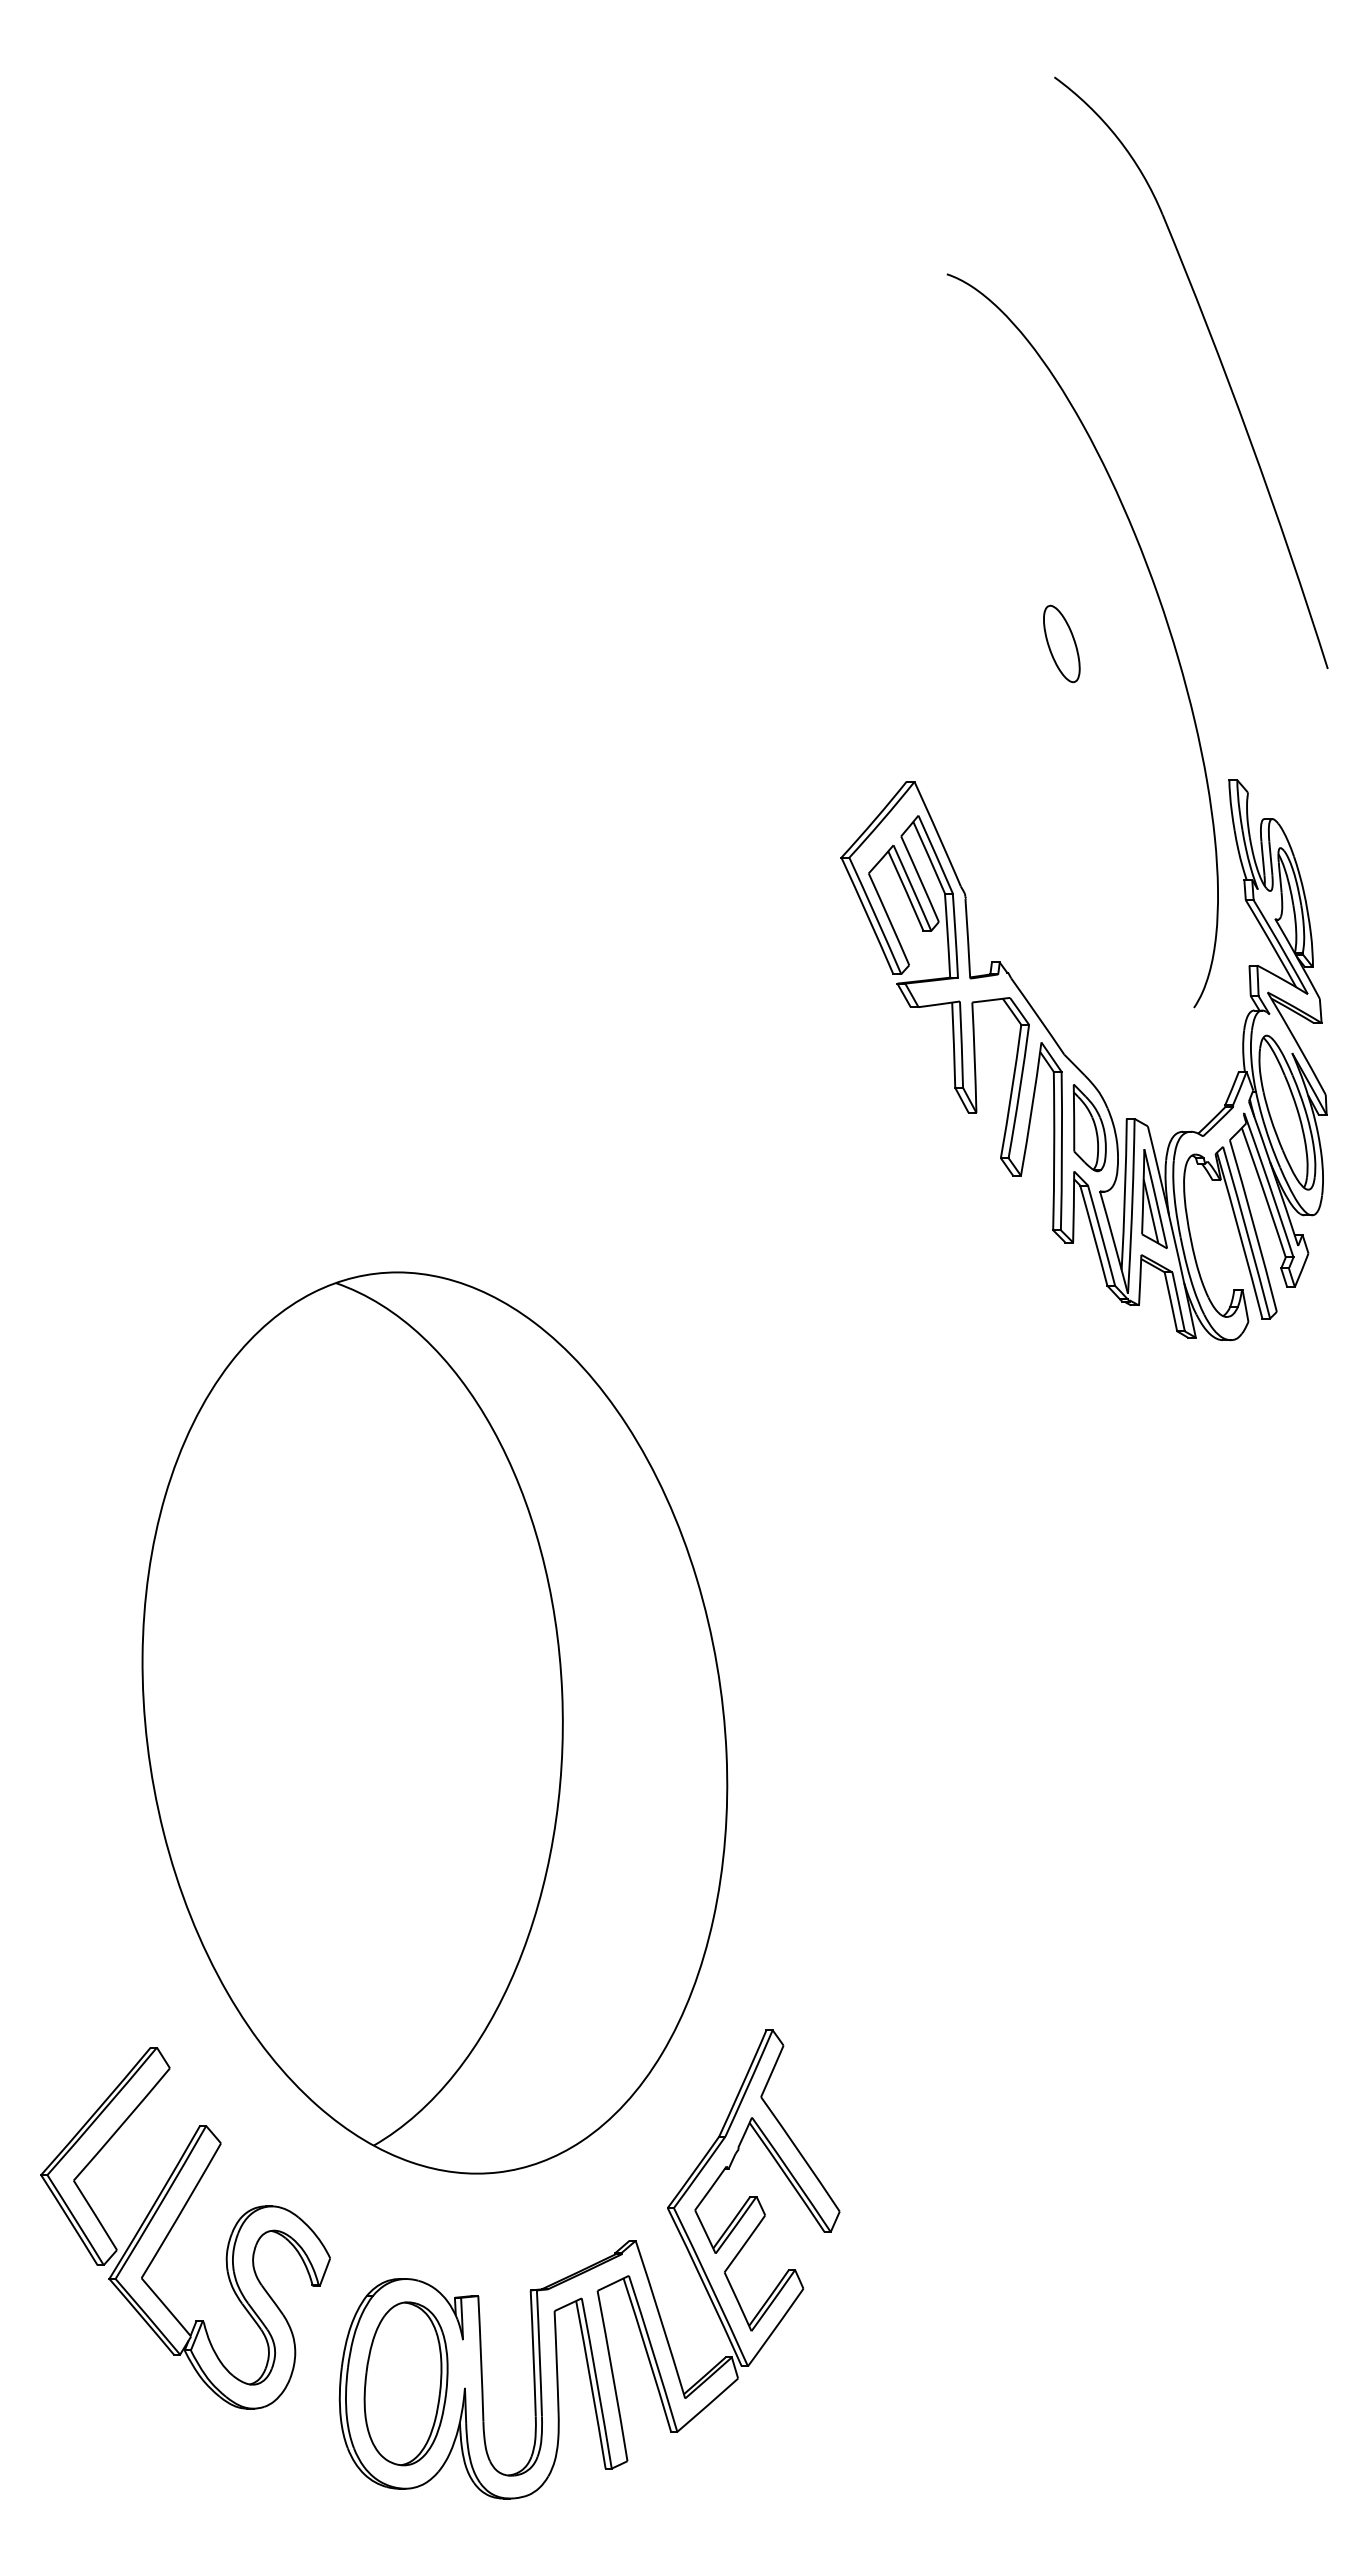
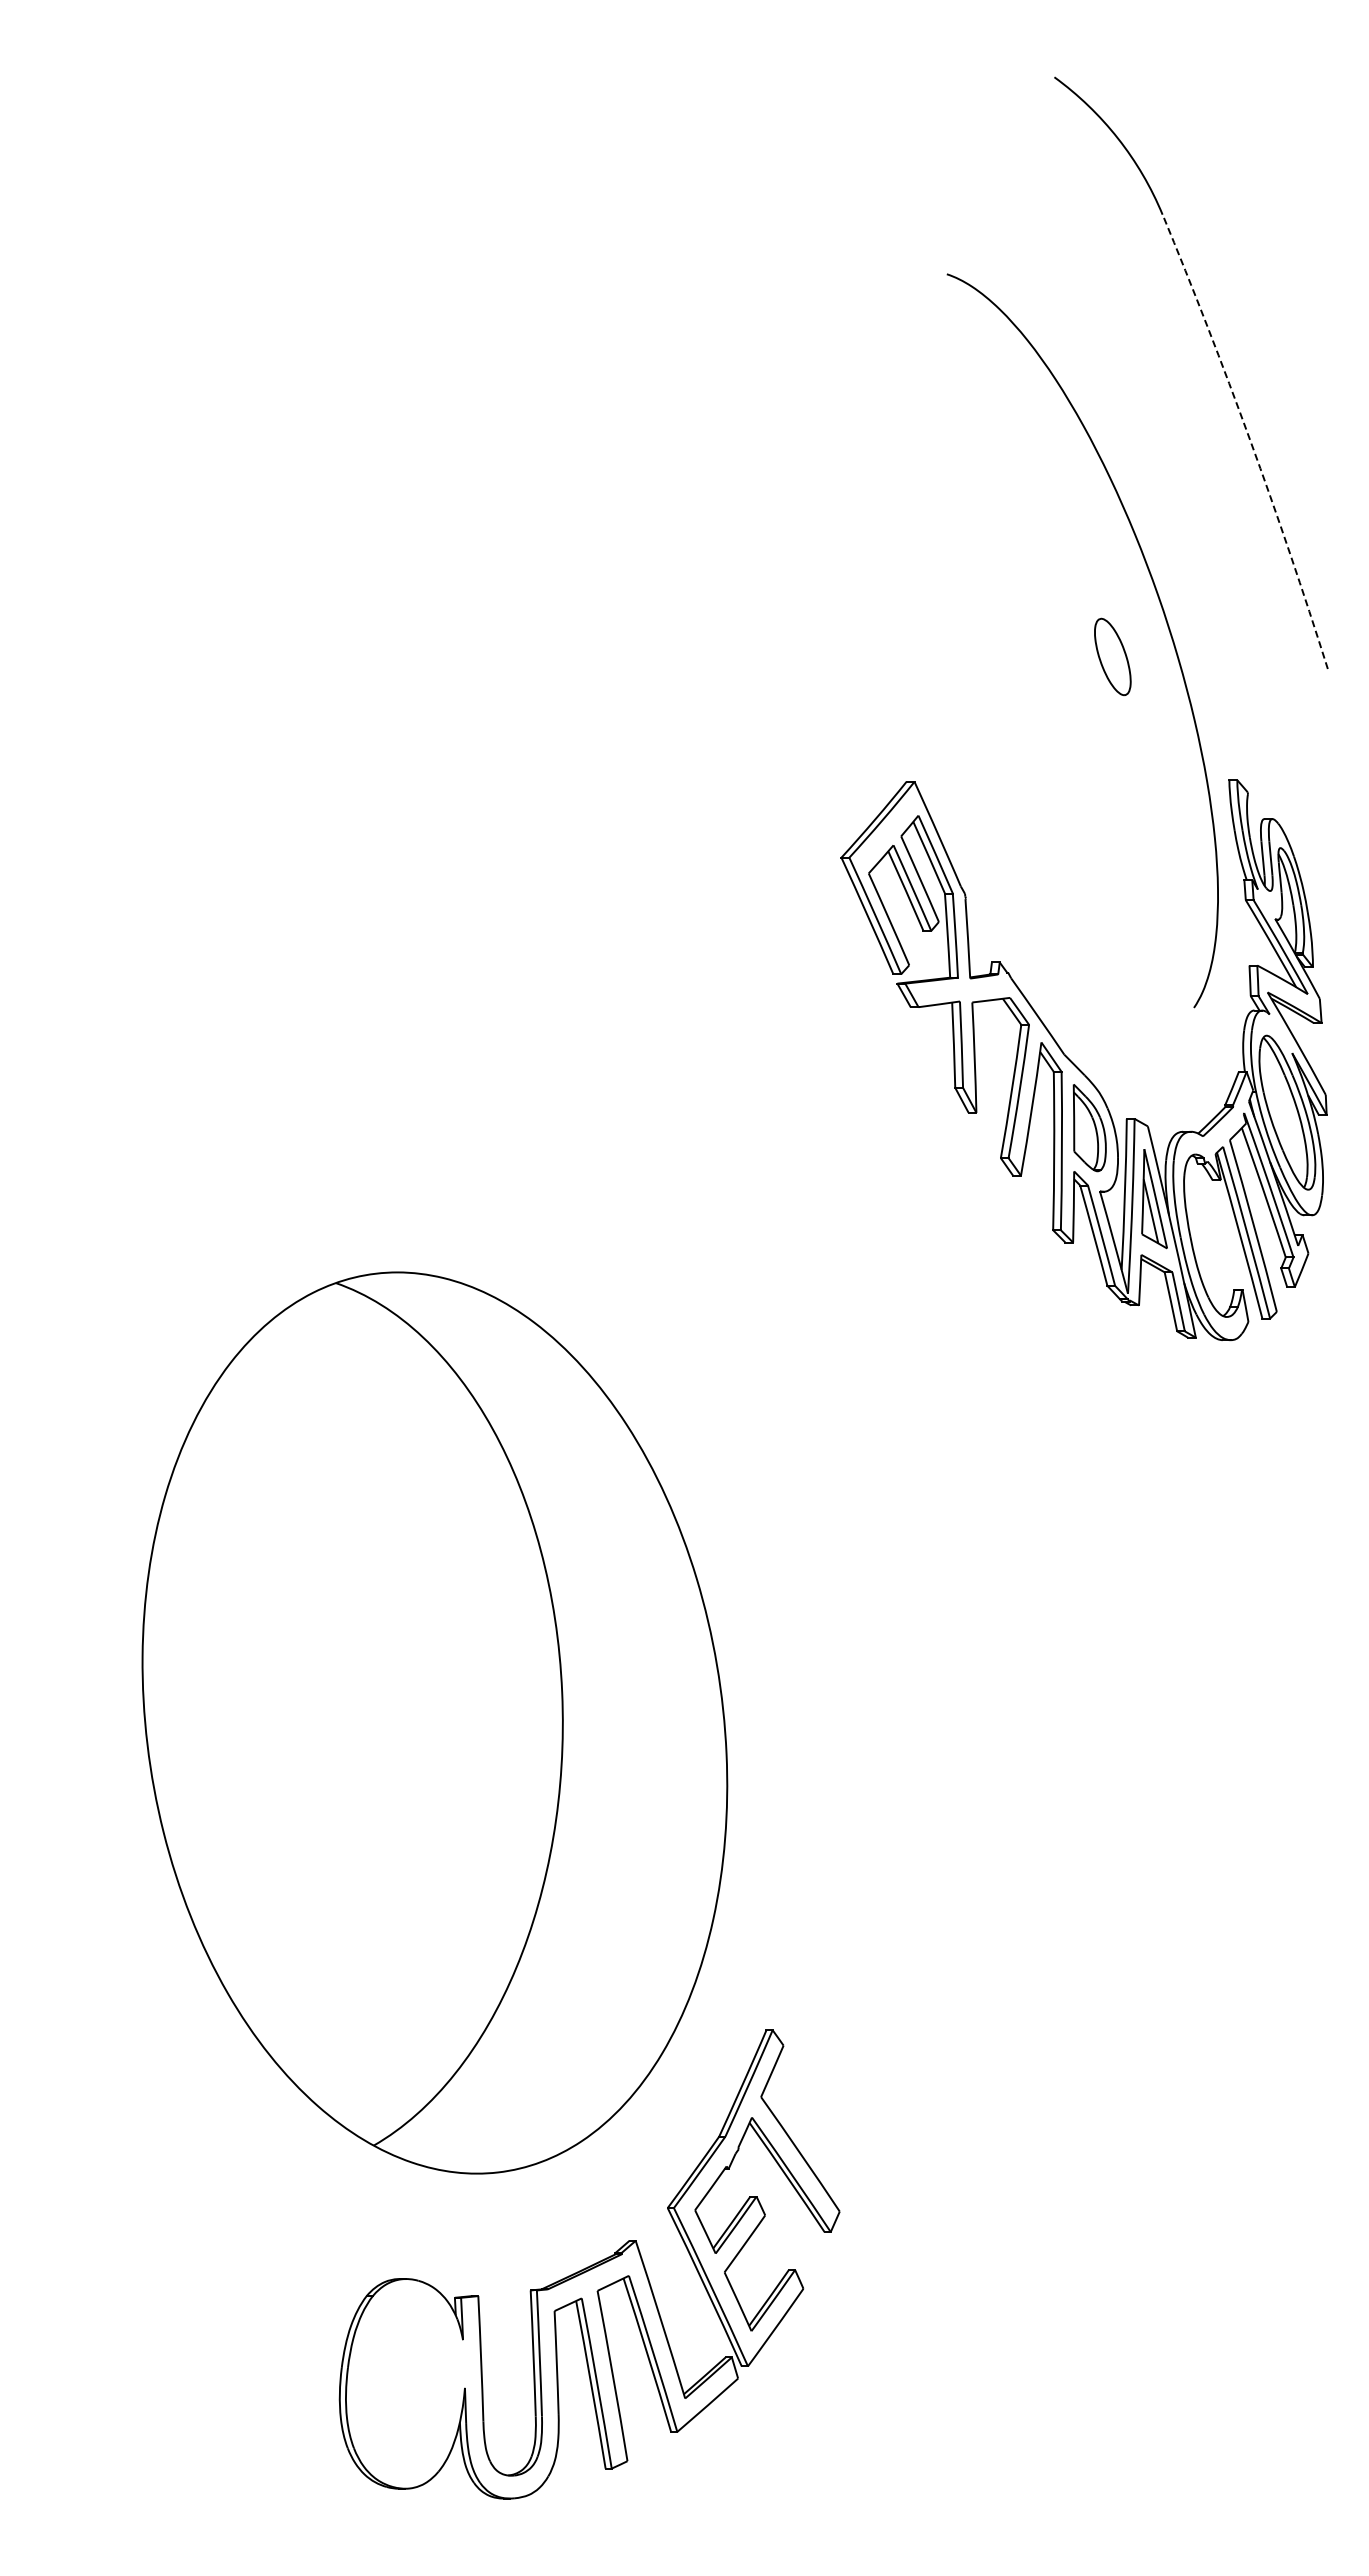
arc at (1250, 440): solid -> dashed
part at (1061, 643) position: (1061, 643) -> (1112, 656)
part at (176, 2222): present -> none
part at (405, 2383): present -> none
